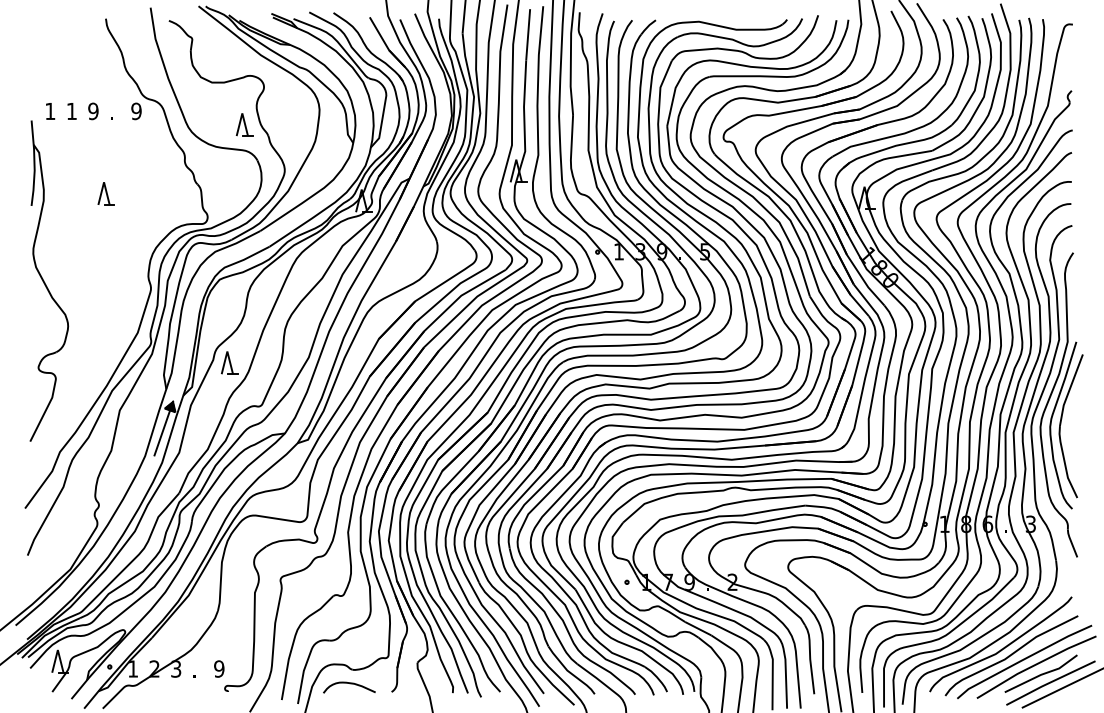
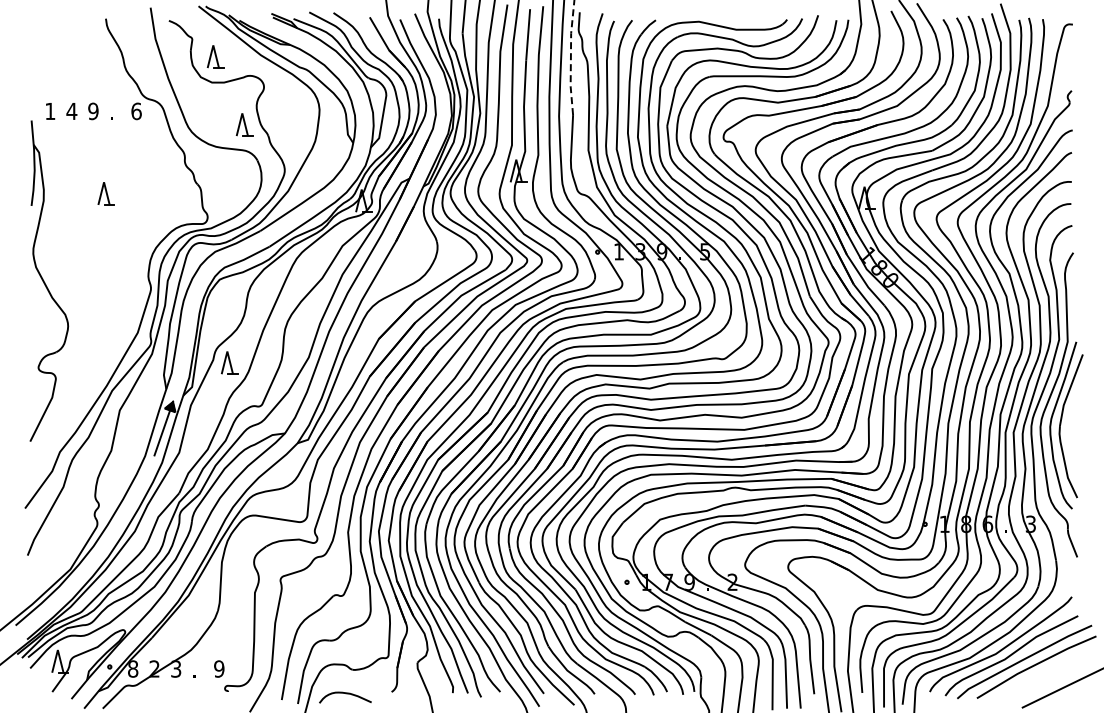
part at (215, 56): none -> present
line at (570, 57): solid -> dashed
text at (71, 111): 1 -> 4
text at (136, 111): 9 -> 6
text at (133, 668): 1 -> 8
part at (1049, 679): present -> none
curve at (349, 684) position: (349, 684) -> (345, 694)
